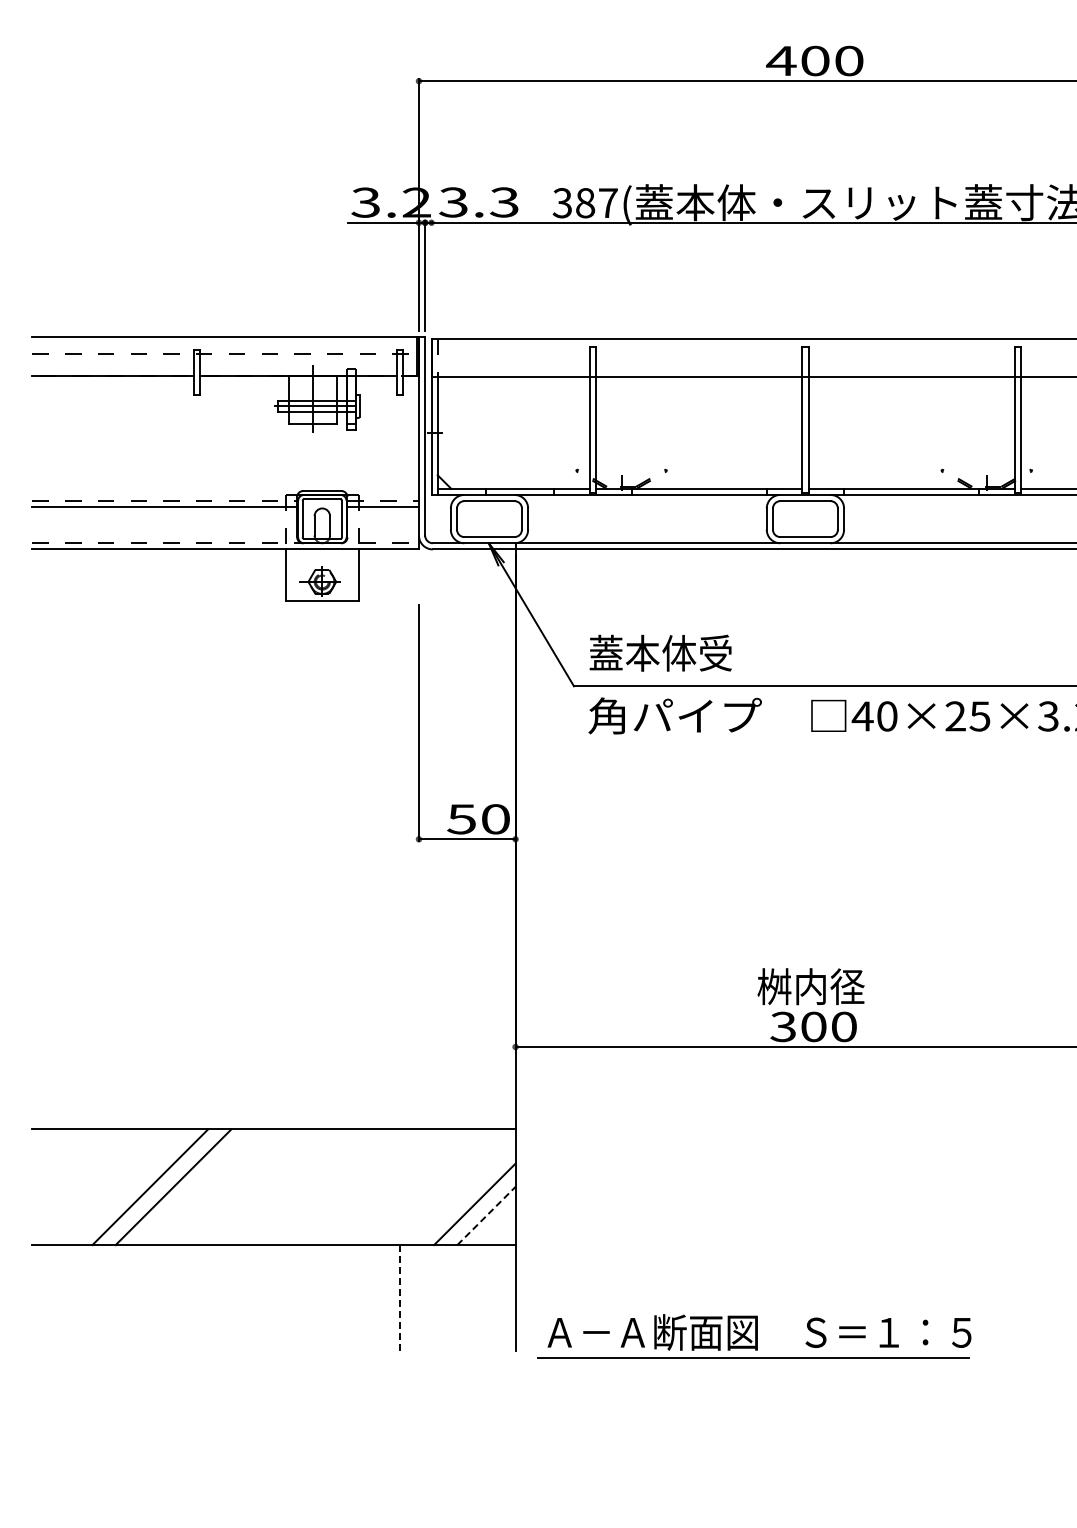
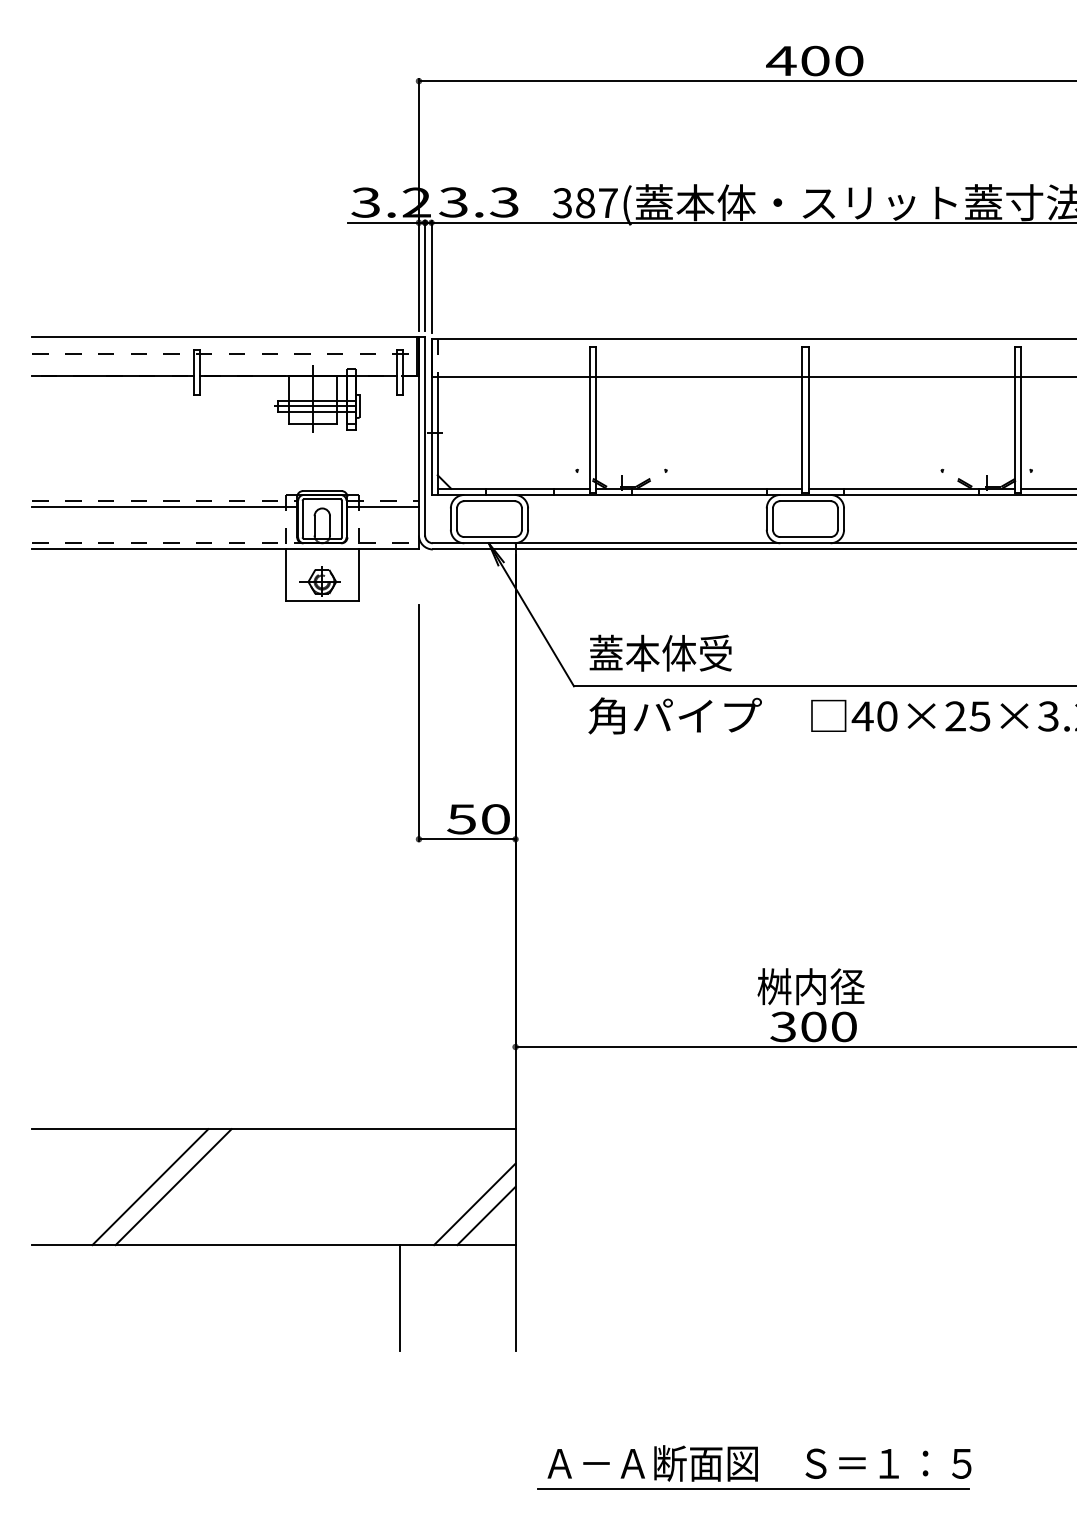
line at (431, 276): none -> present
line at (486, 1215): dashed -> solid
line at (399, 1297): dashed -> solid
part at (754, 1336) position: (754, 1336) -> (754, 1467)
